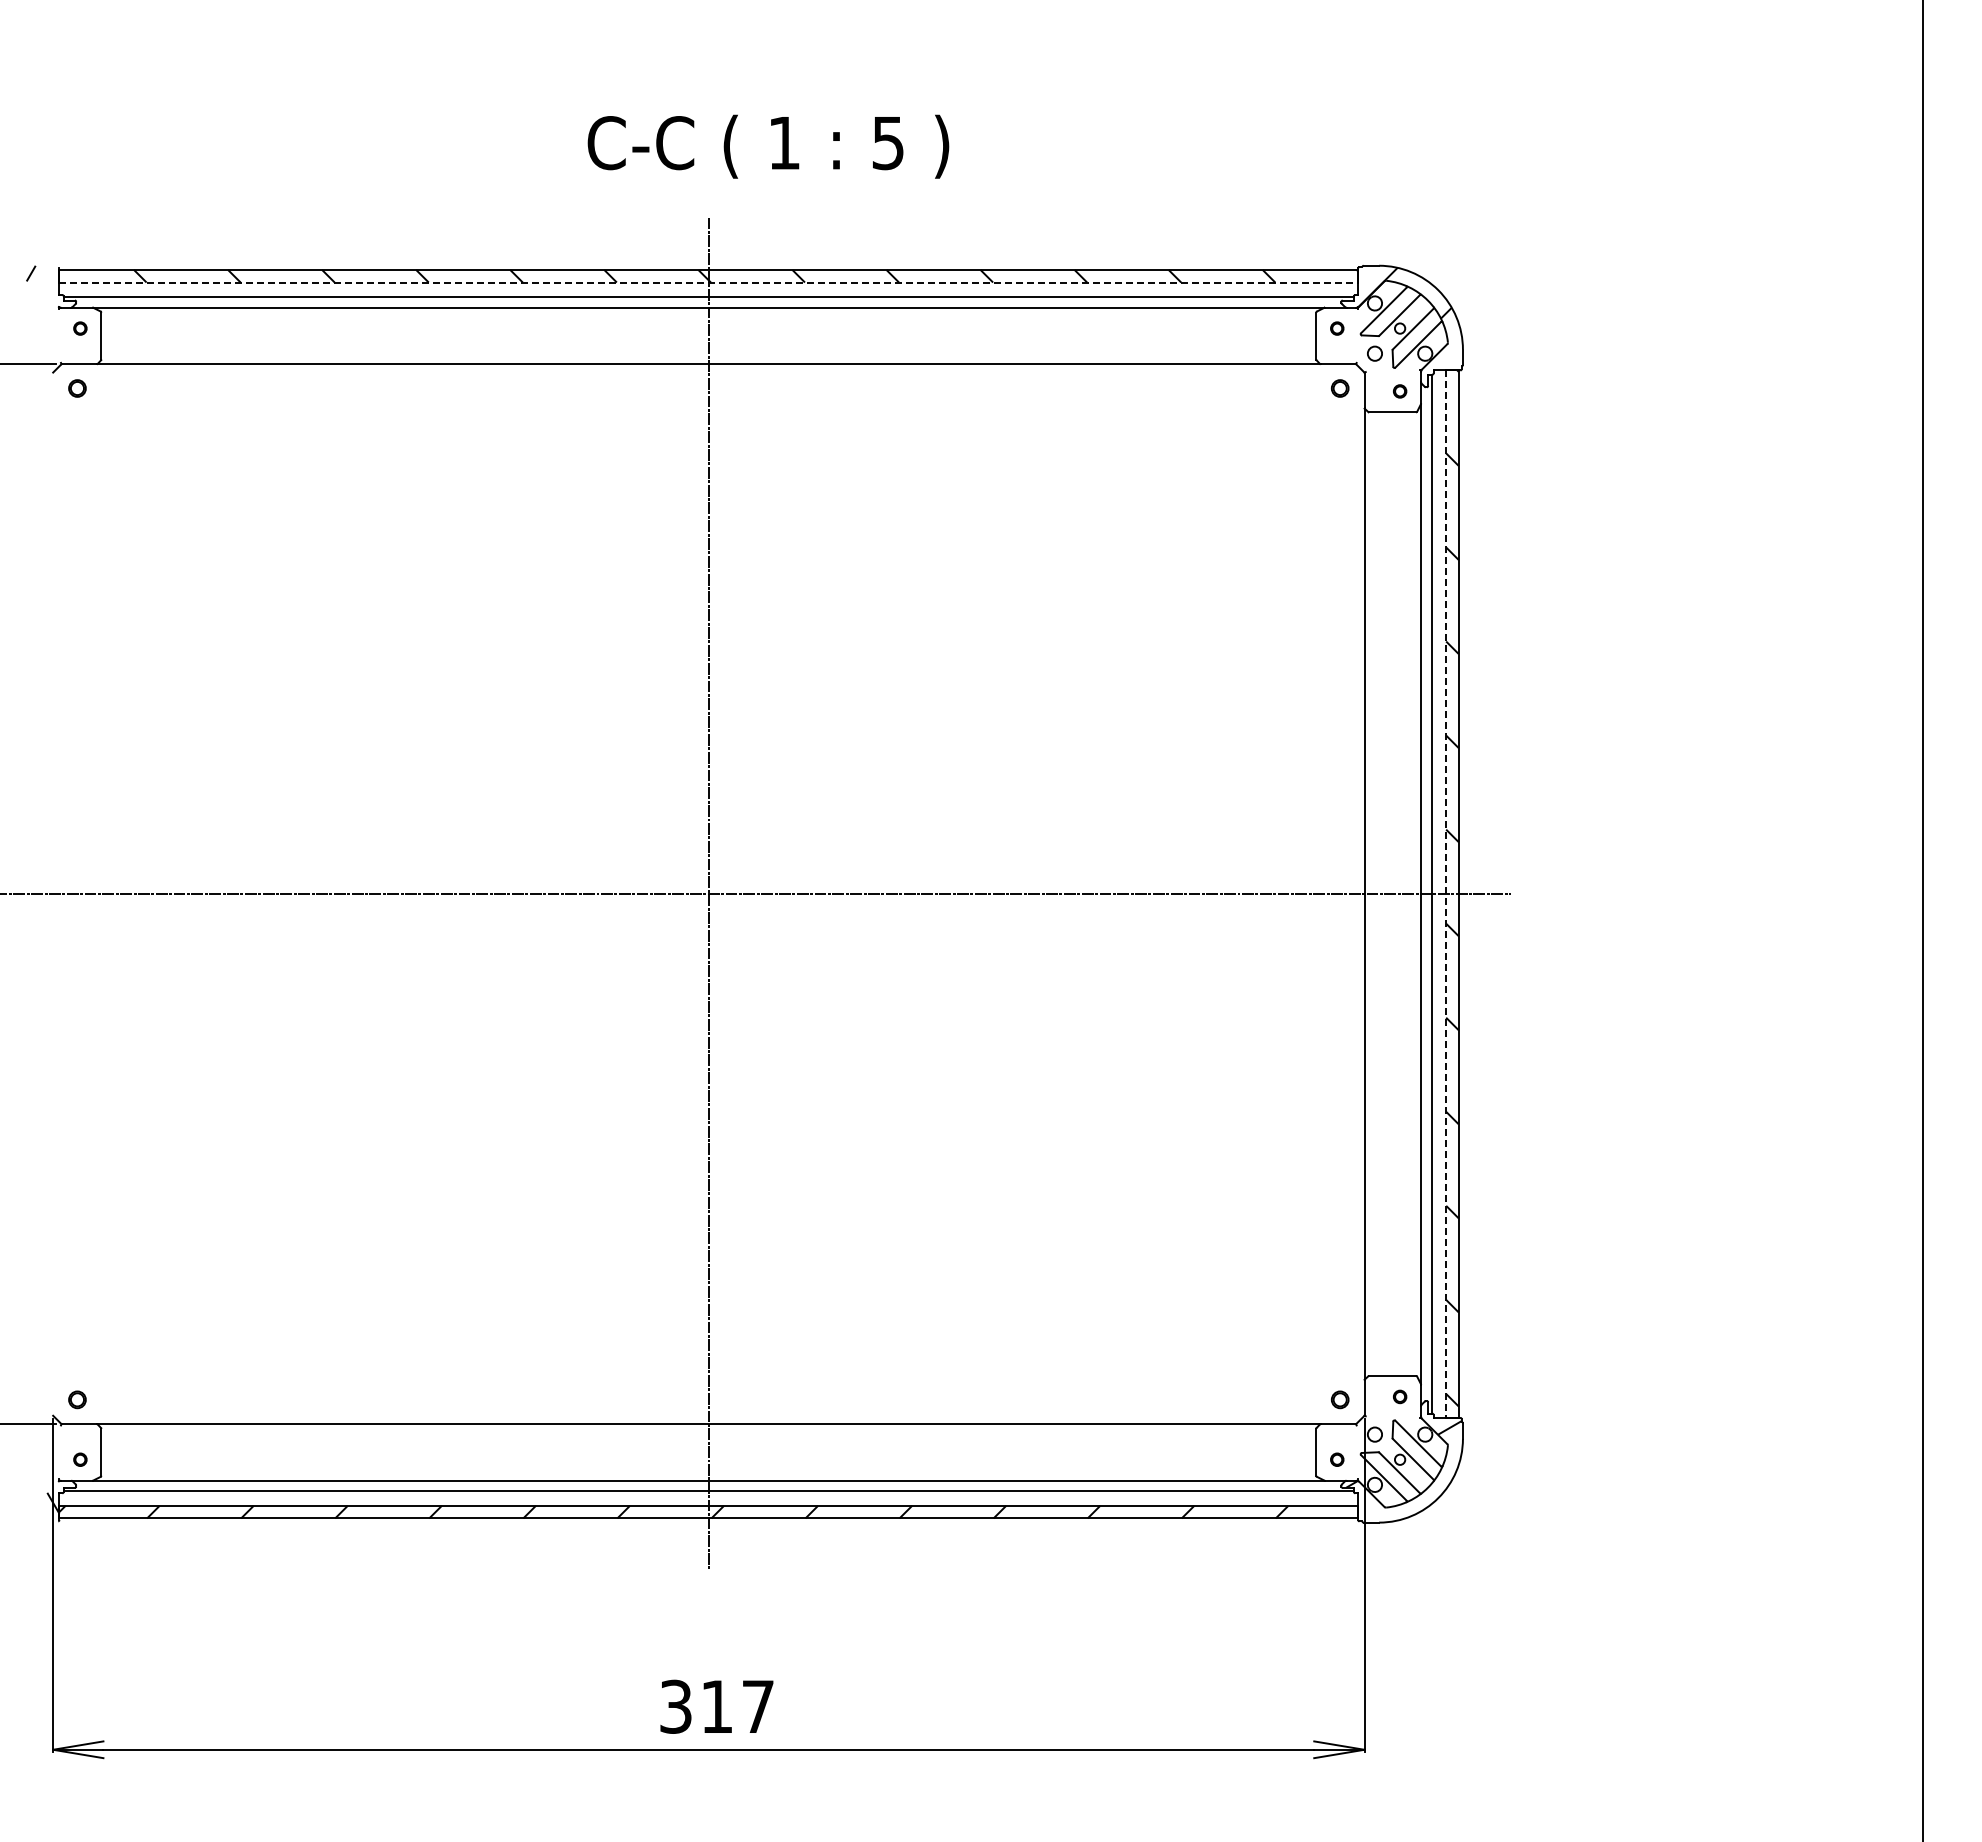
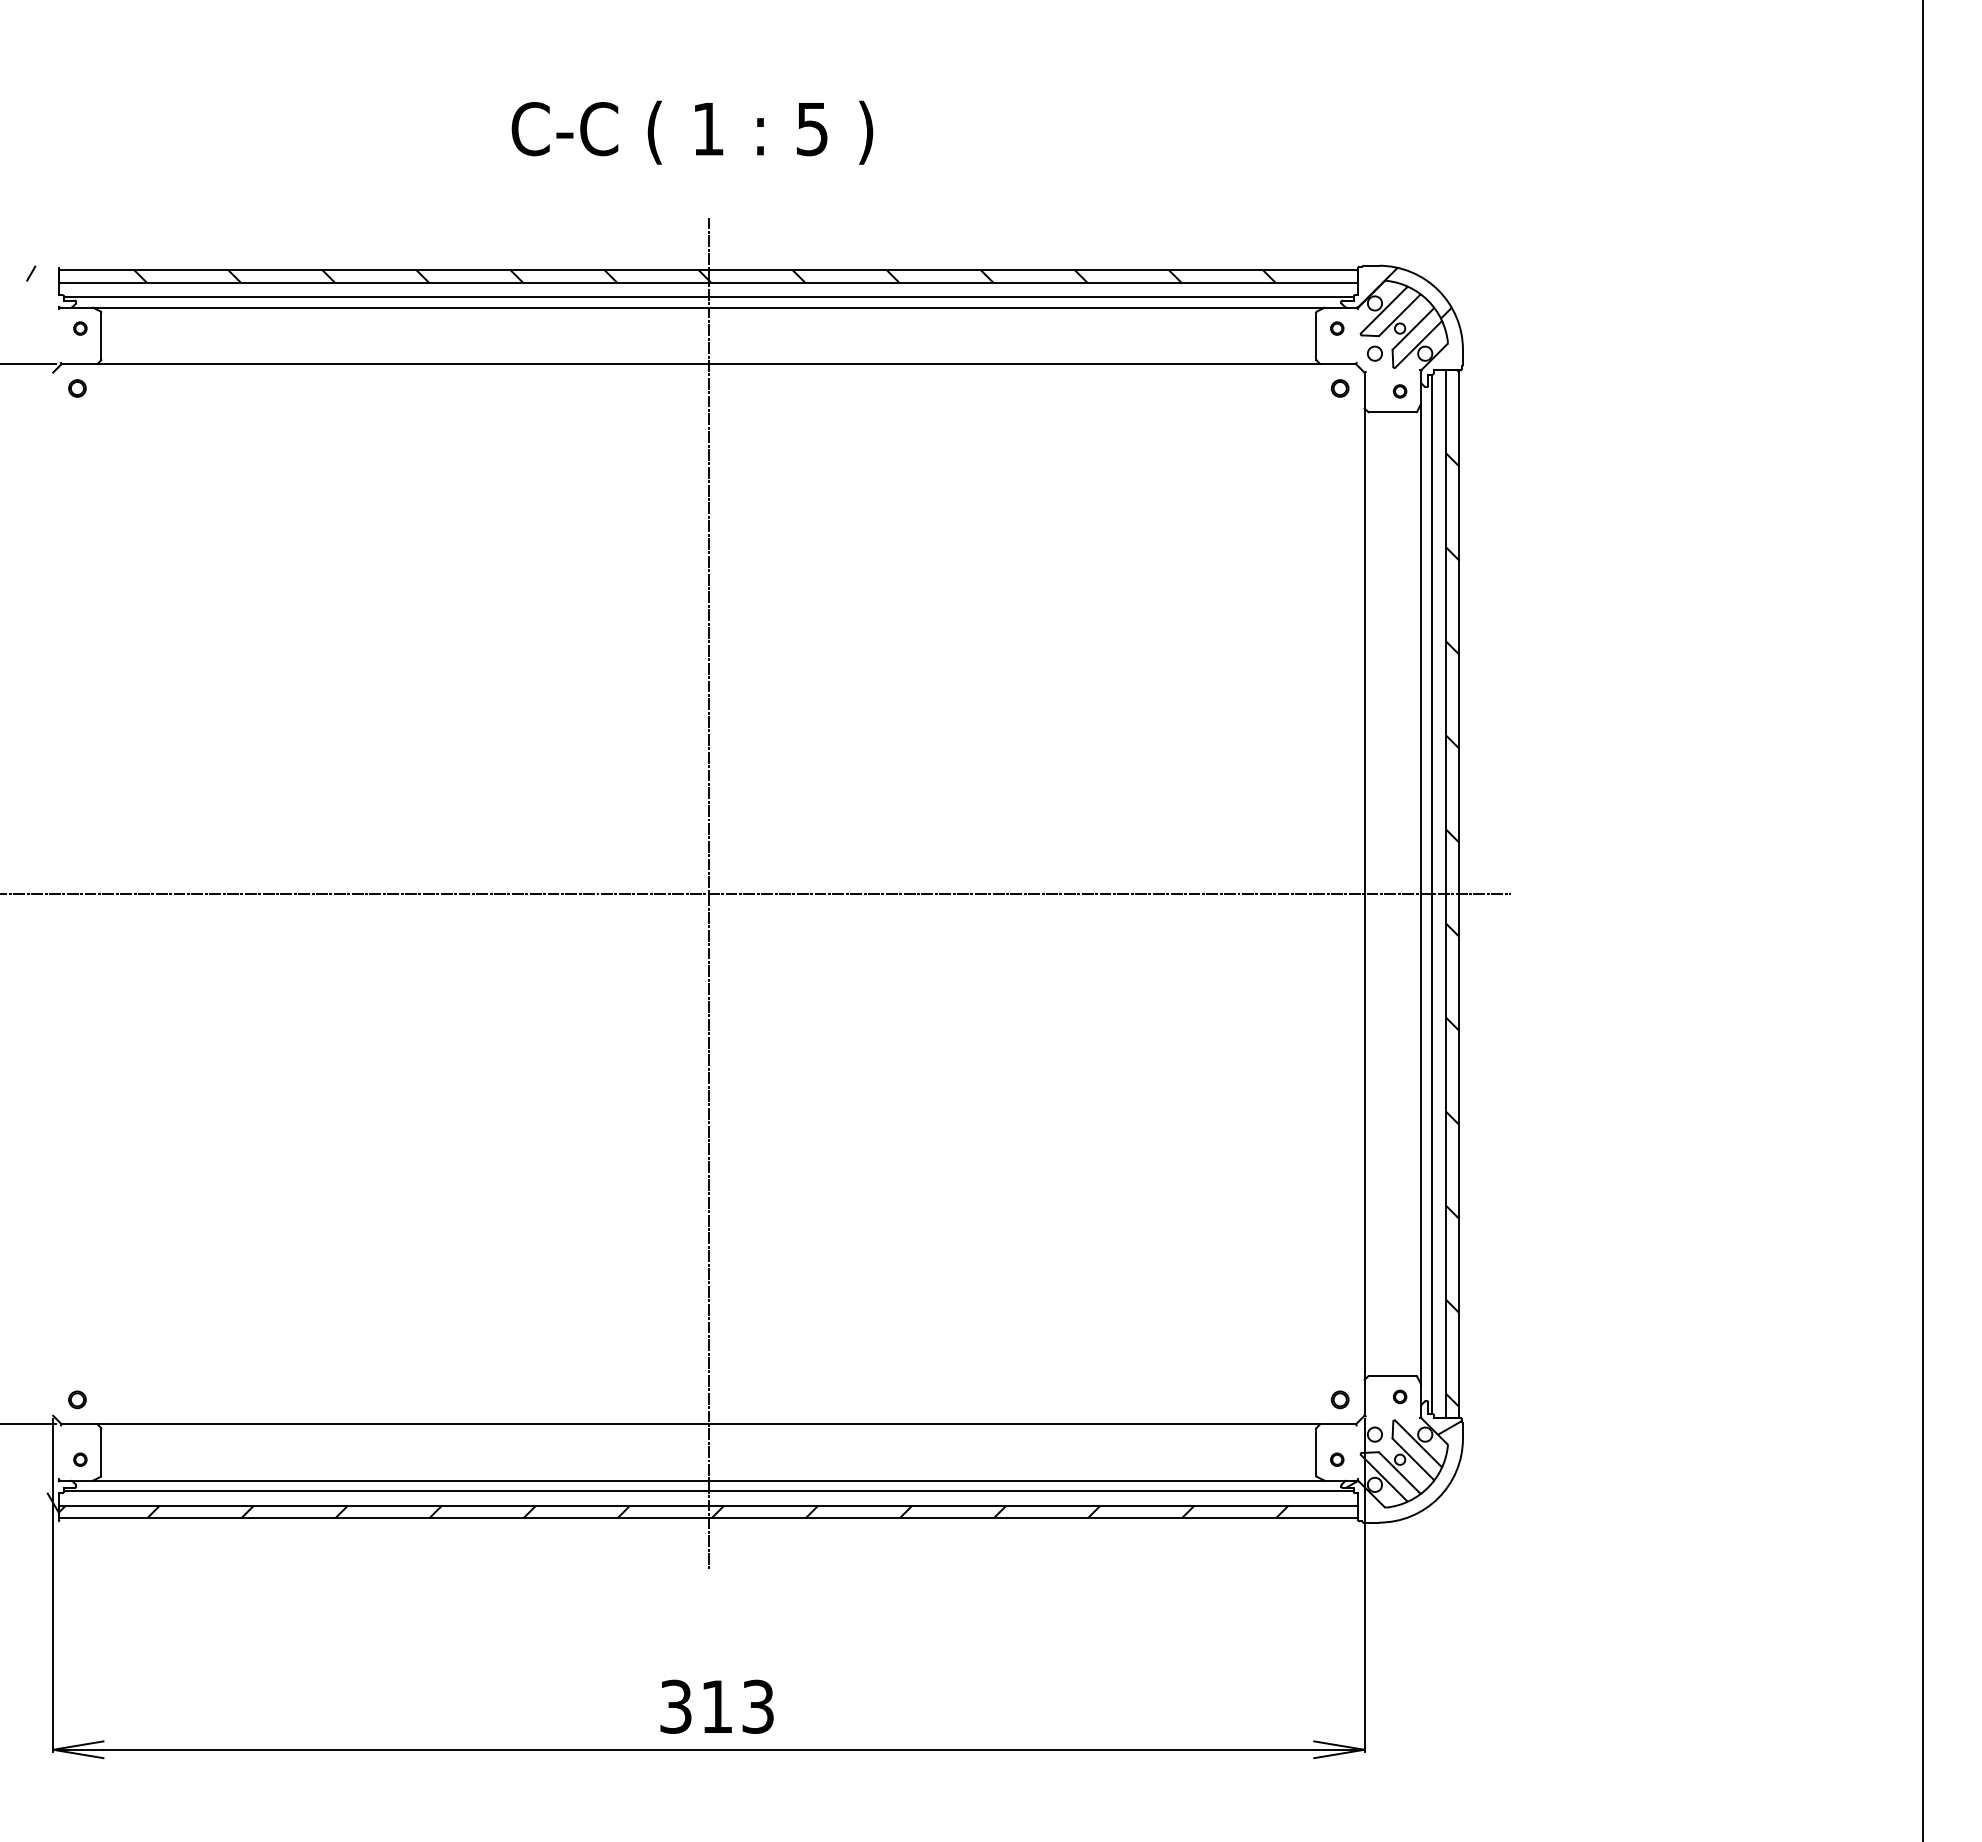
text at (768, 146) position: (768, 146) -> (692, 132)
line at (709, 282): dashed -> solid
line at (1446, 894): dashed -> solid
text at (757, 1706): 317 -> 313
